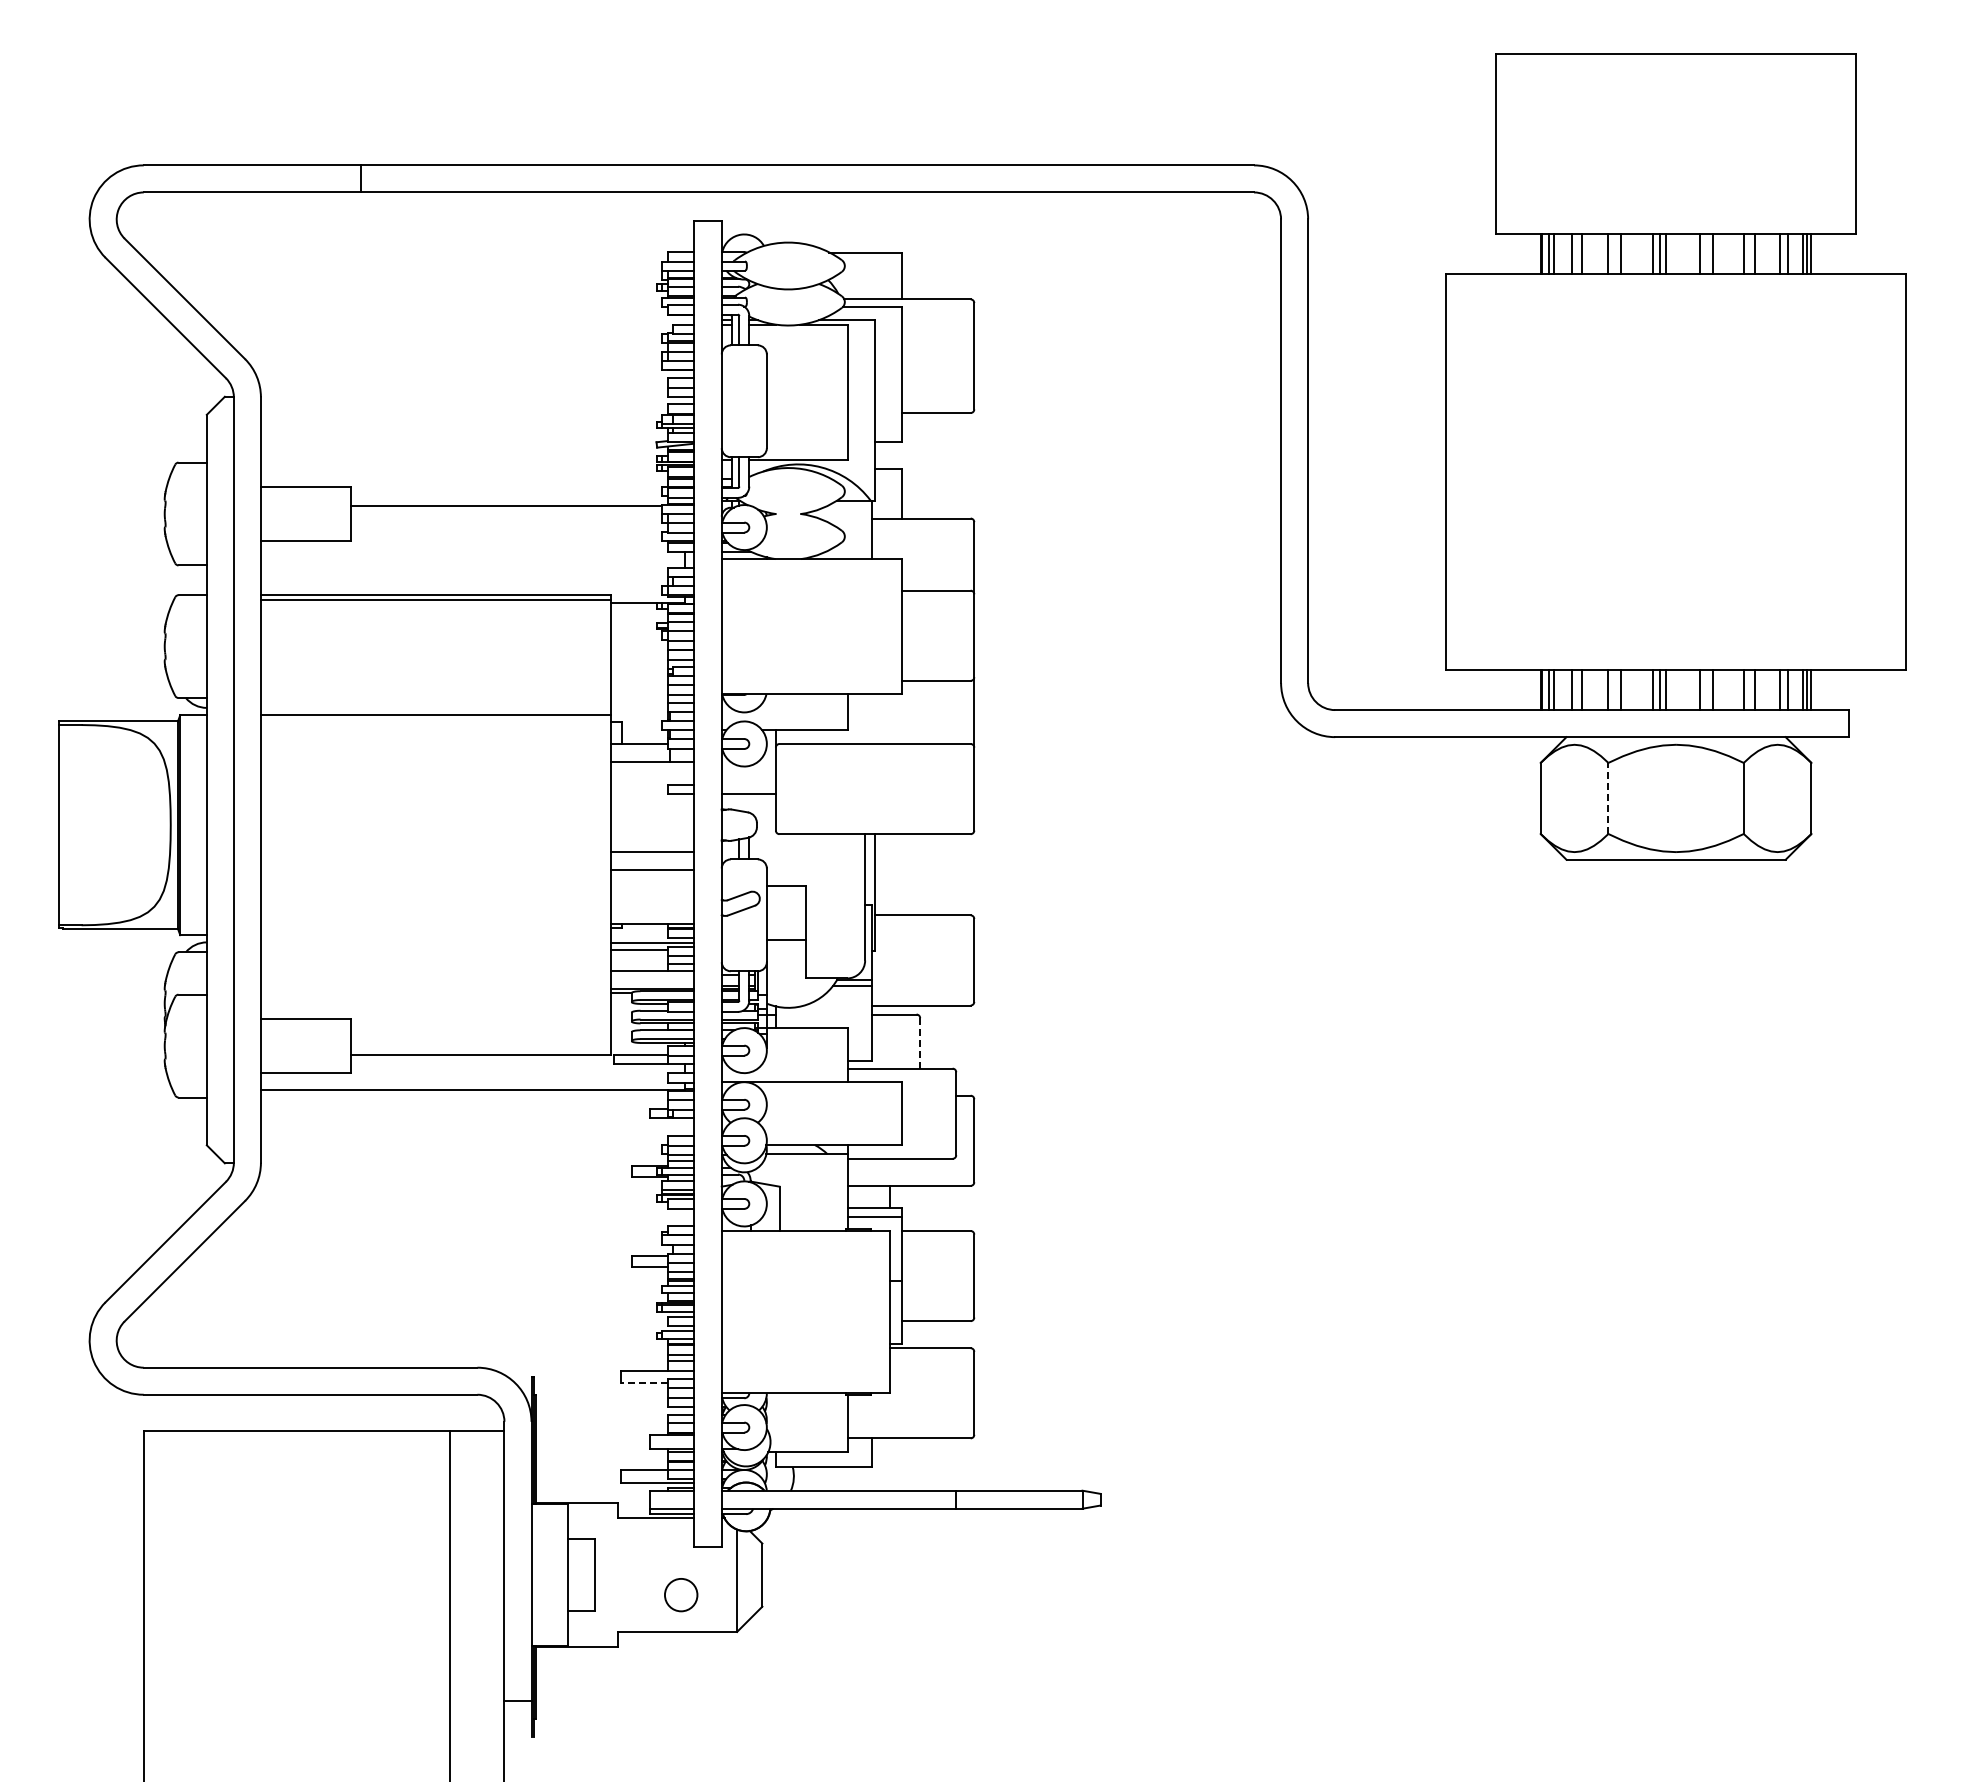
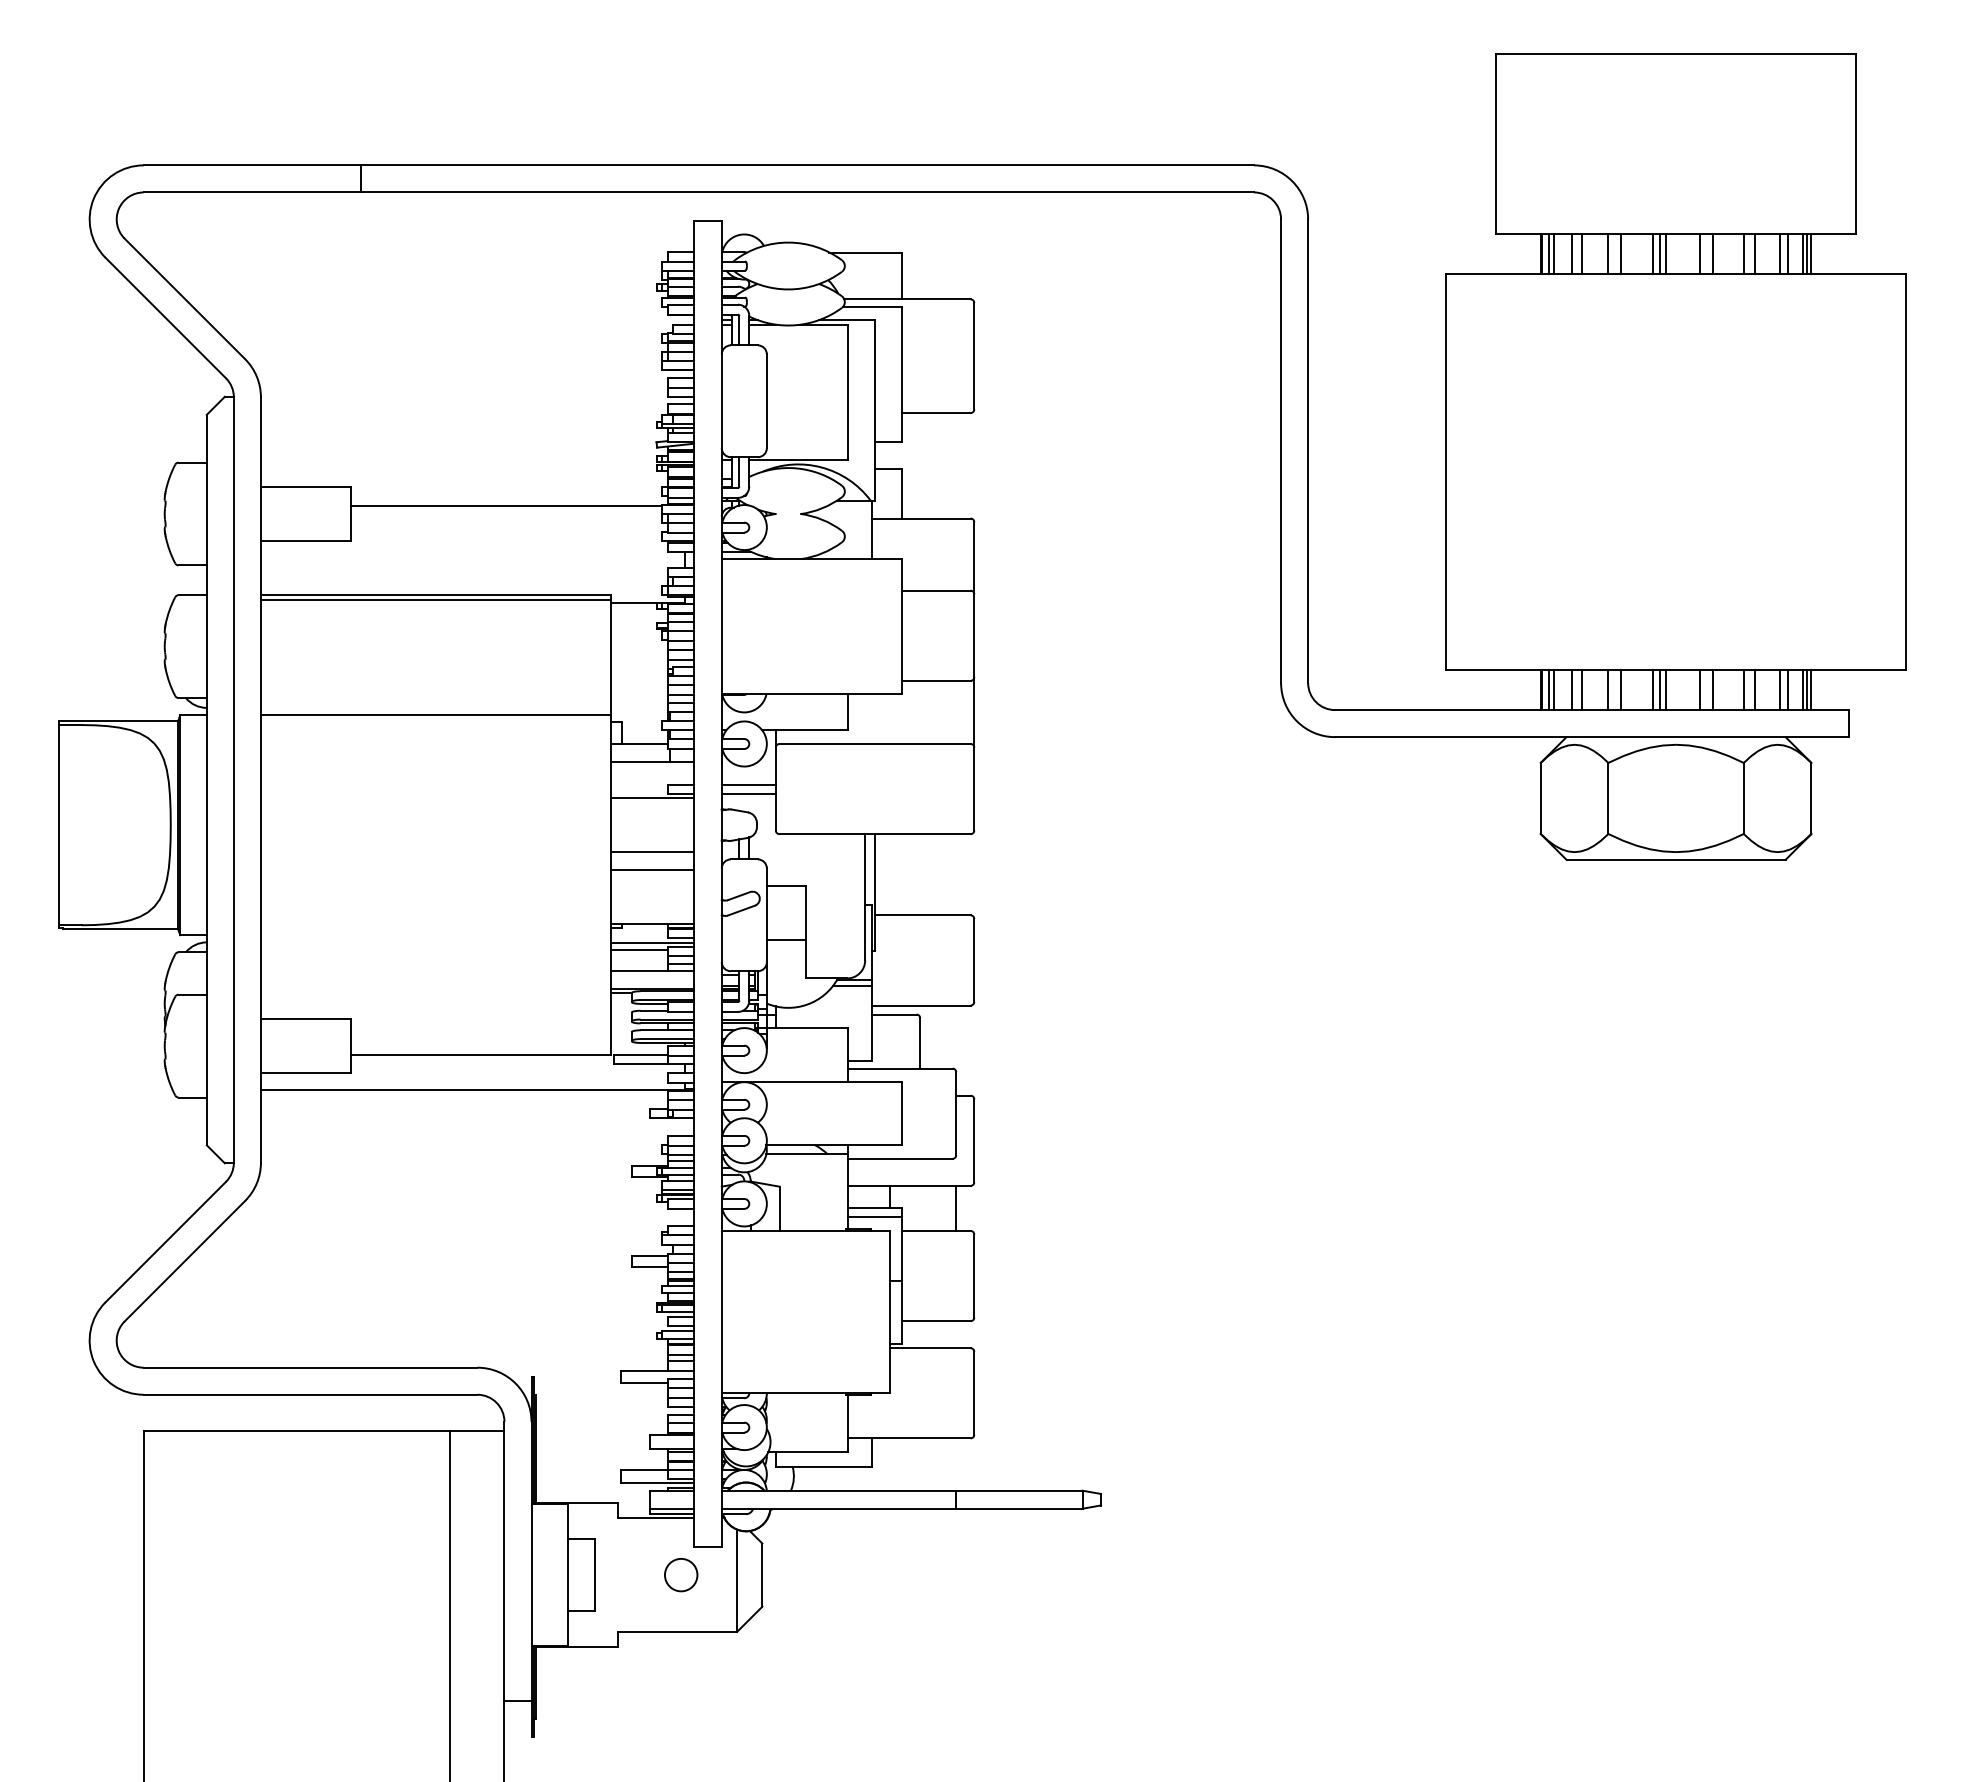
line at (748, 784): none -> present
line at (651, 798): none -> present
line at (1608, 798): dashed -> solid
line at (920, 1043): dashed -> solid
line at (956, 1207): none -> present
line at (644, 1383): dashed -> solid
circle at (681, 1595) position: (681, 1595) -> (681, 1575)
